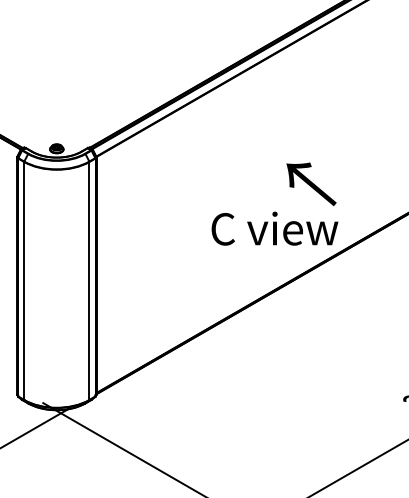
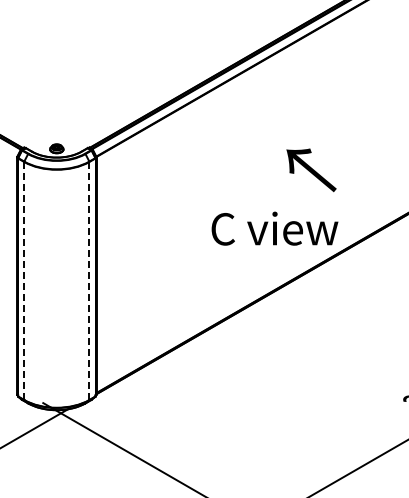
text at (311, 184) position: (311, 184) -> (311, 170)
line at (24, 280): solid -> dashed
line at (89, 280): solid -> dashed
